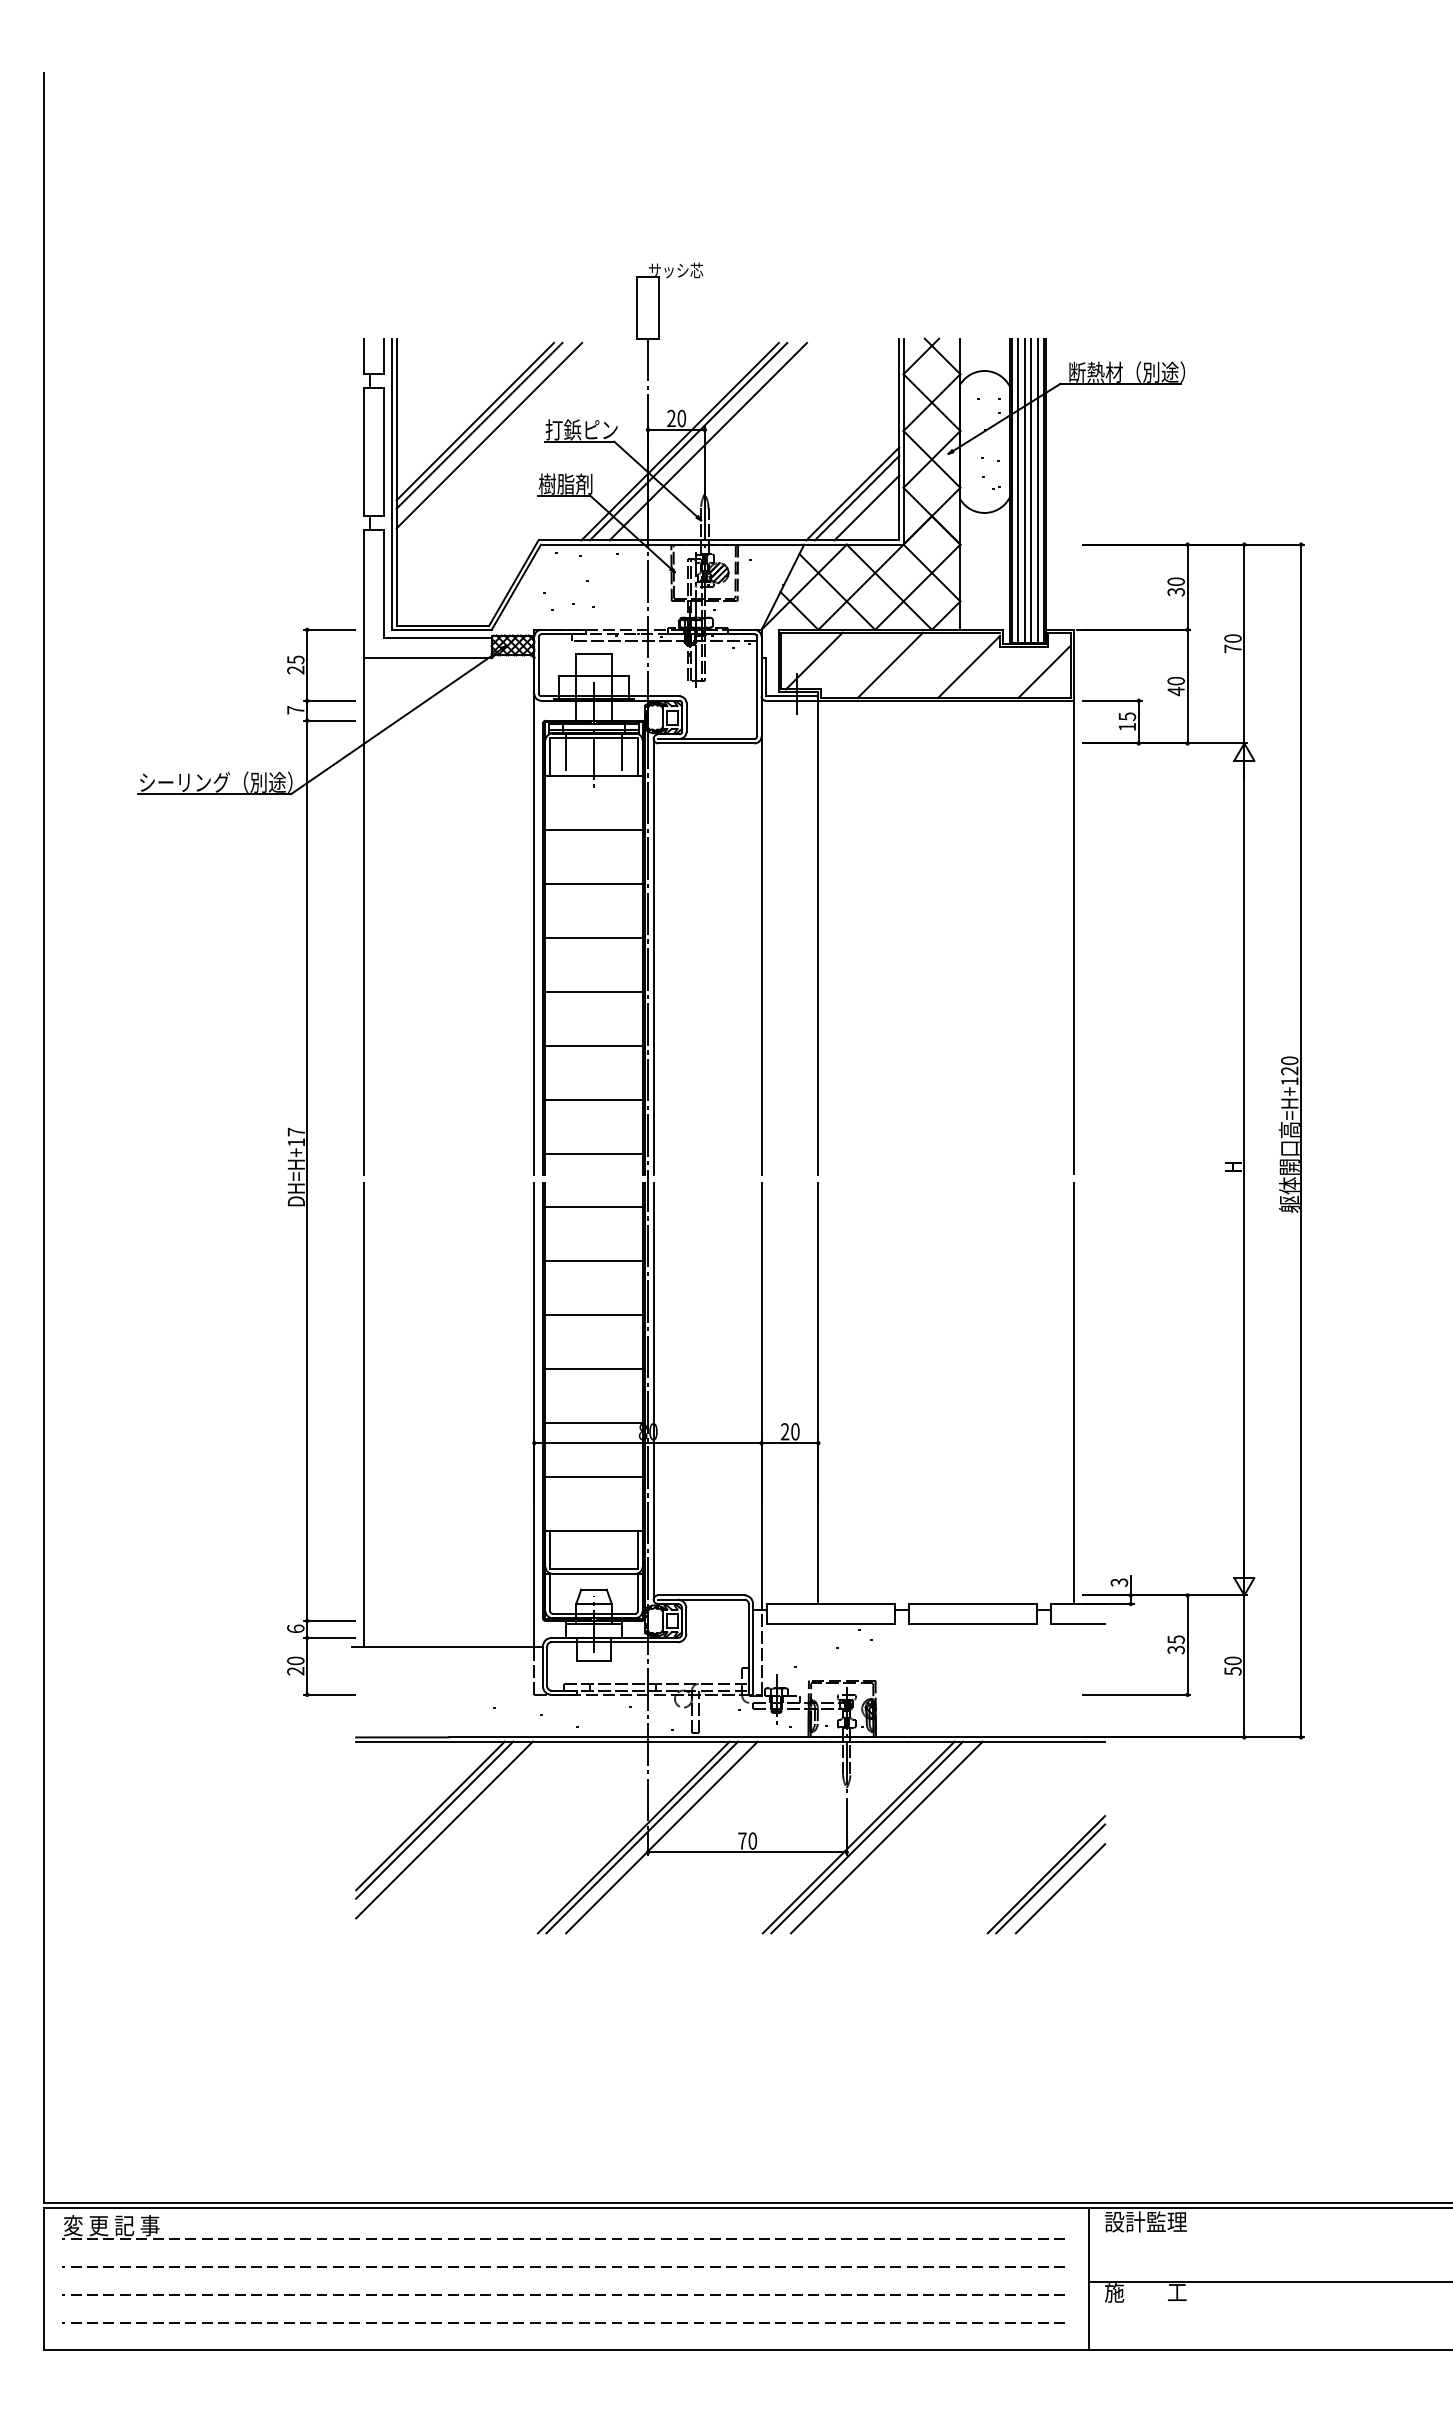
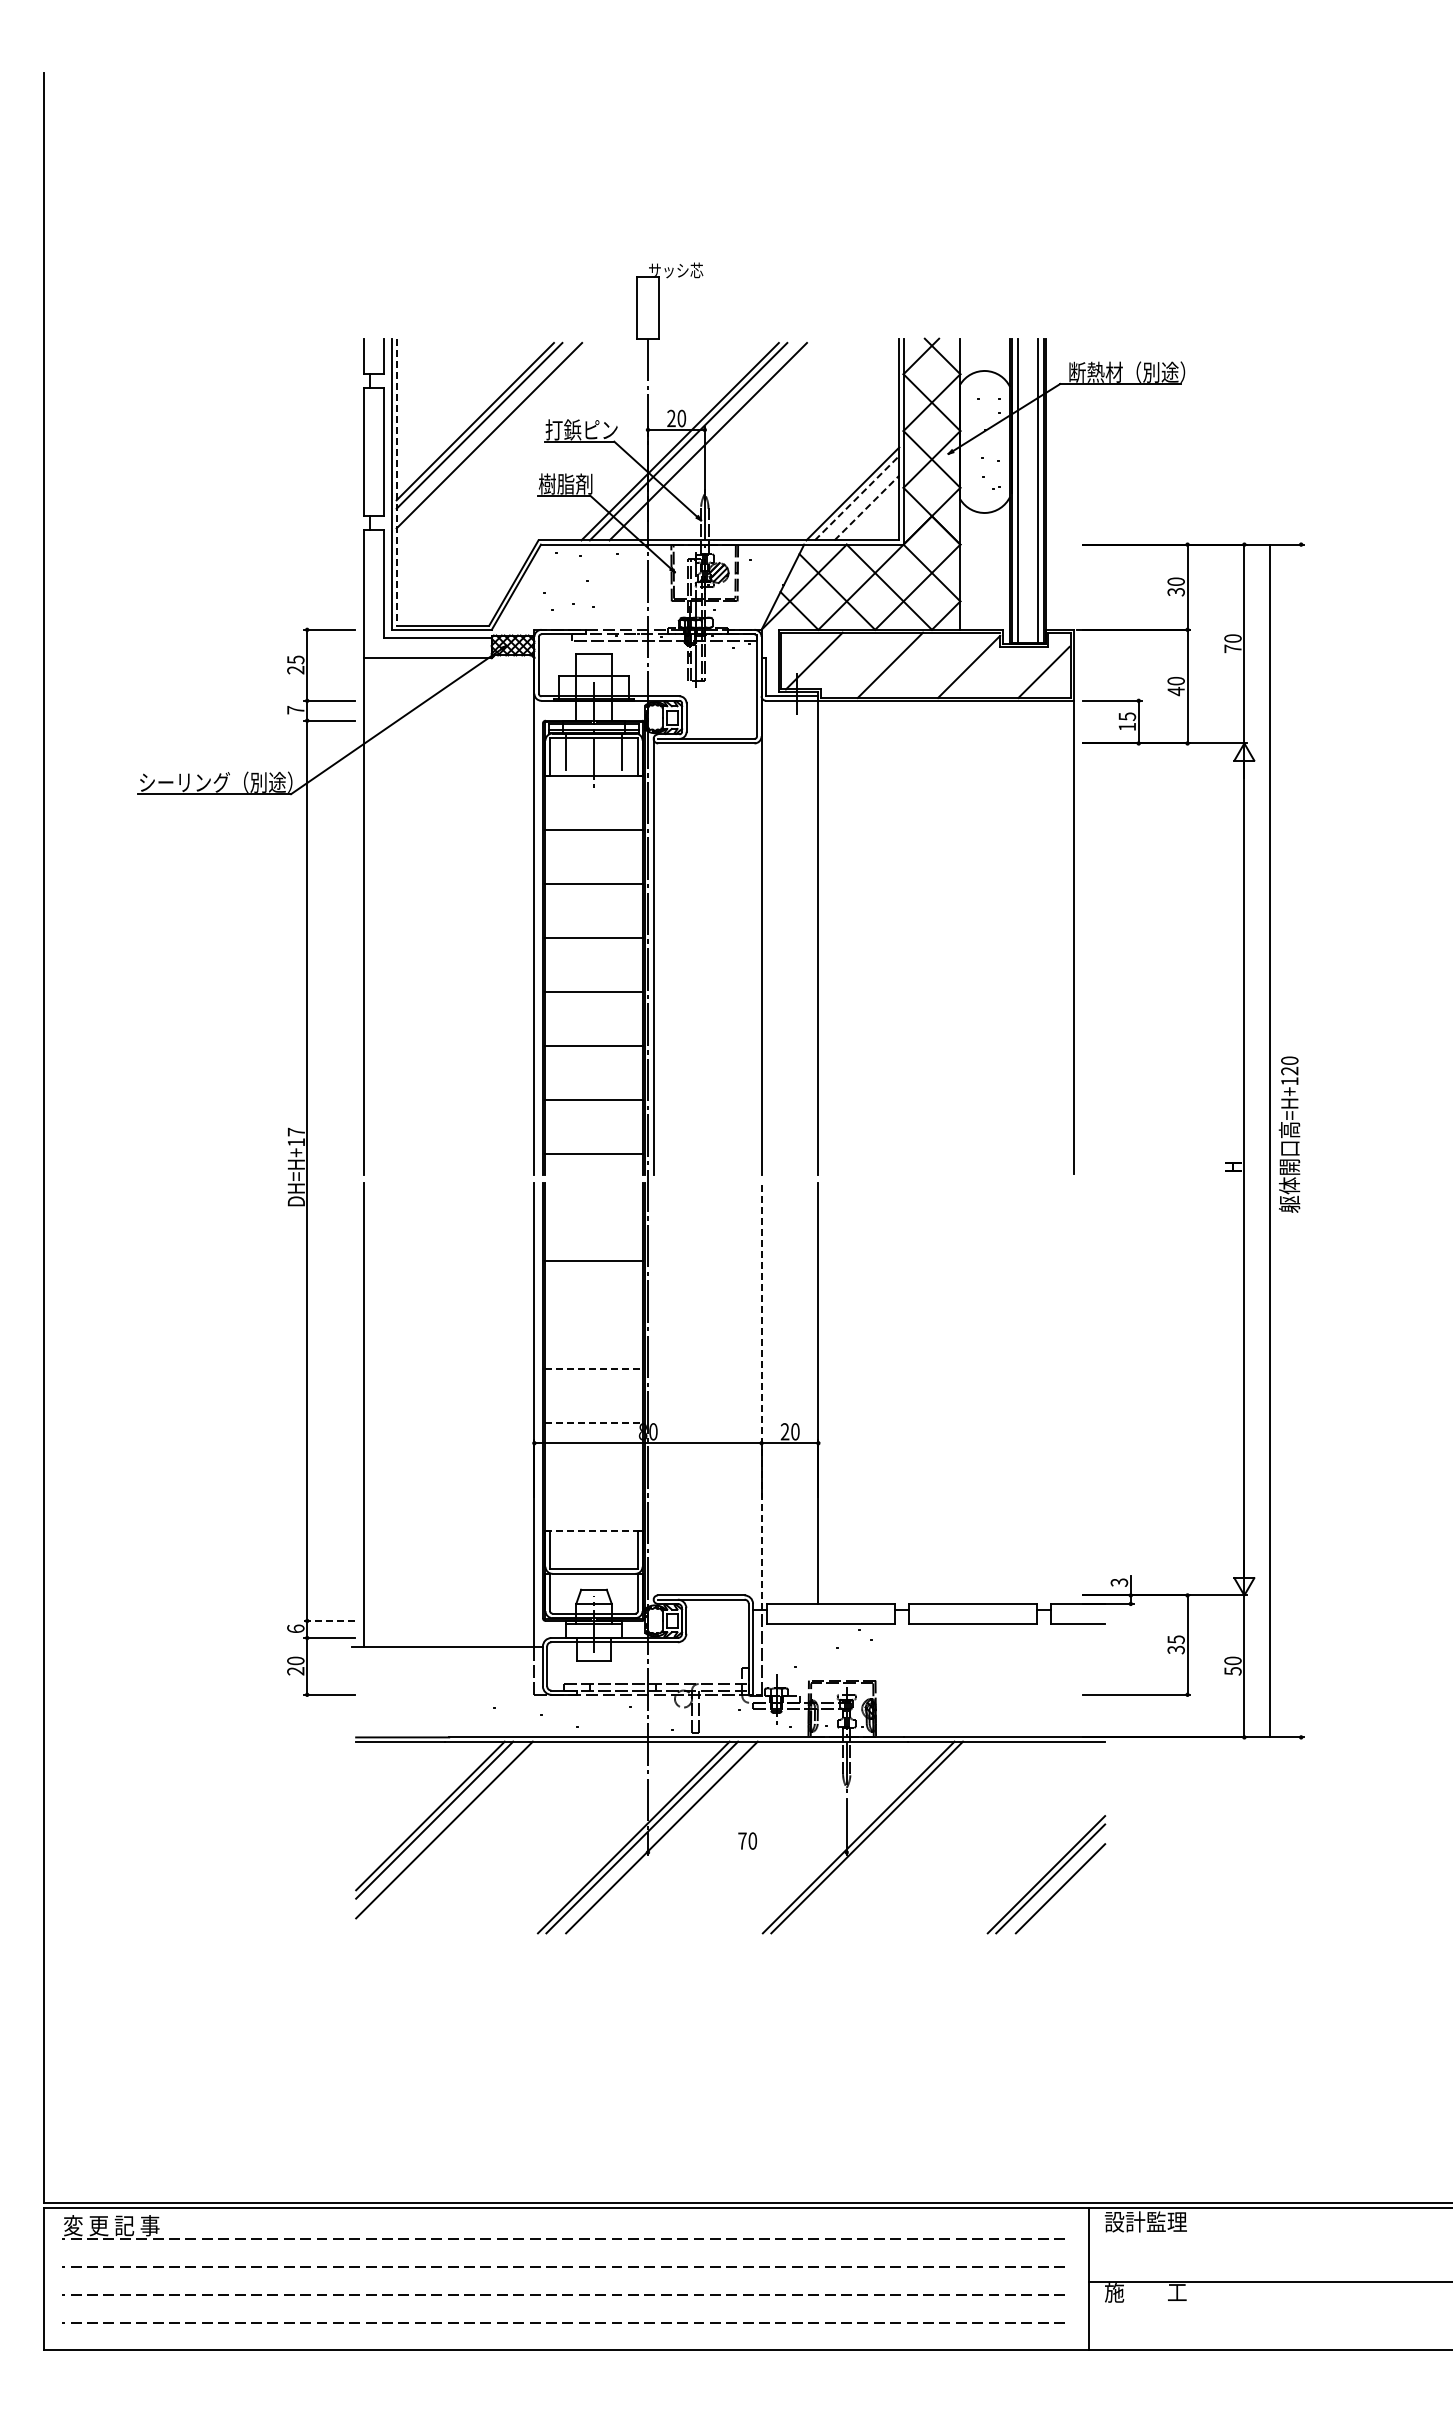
line at (396, 482): solid -> dashed
line at (1024, 490): present -> none
line at (1031, 490): present -> none
line at (857, 498): solid -> dashed
line at (866, 507): solid -> dashed
line at (1301, 1140) position: (1301, 1140) -> (1270, 1140)
line at (593, 1207): present -> none
line at (593, 1315): present -> none
line at (594, 1369): solid -> dashed
line at (653, 1391): present -> none
line at (1073, 1393): present -> none
line at (761, 1396): solid -> dashed
line at (594, 1423): solid -> dashed
line at (593, 1477): present -> none
line at (594, 1531): solid -> dashed
line at (329, 1620): solid -> dashed
line at (886, 1837): present -> none
line at (746, 1852): present -> none
